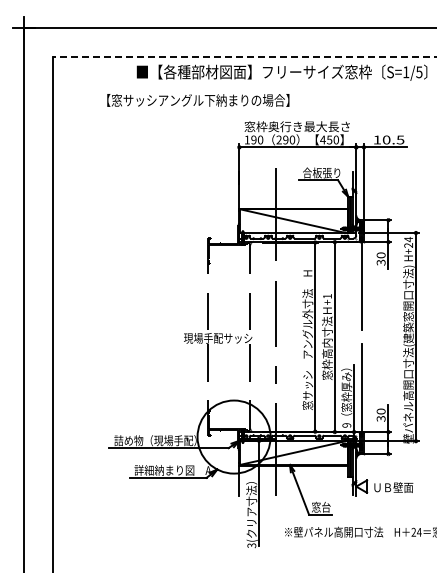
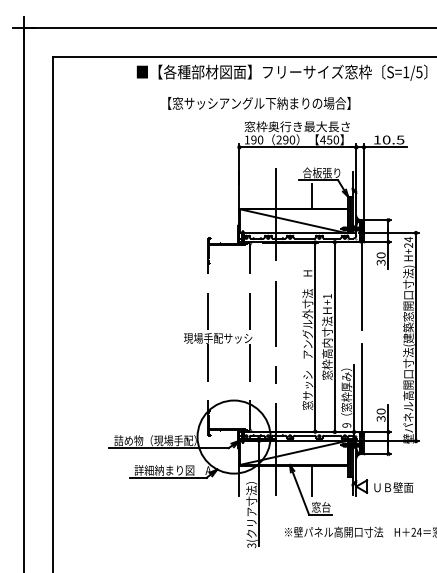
line at (244, 57): dashed -> solid
text at (198, 100) position: (198, 100) -> (259, 103)
line at (312, 195): none -> present
line at (312, 480): none -> present
